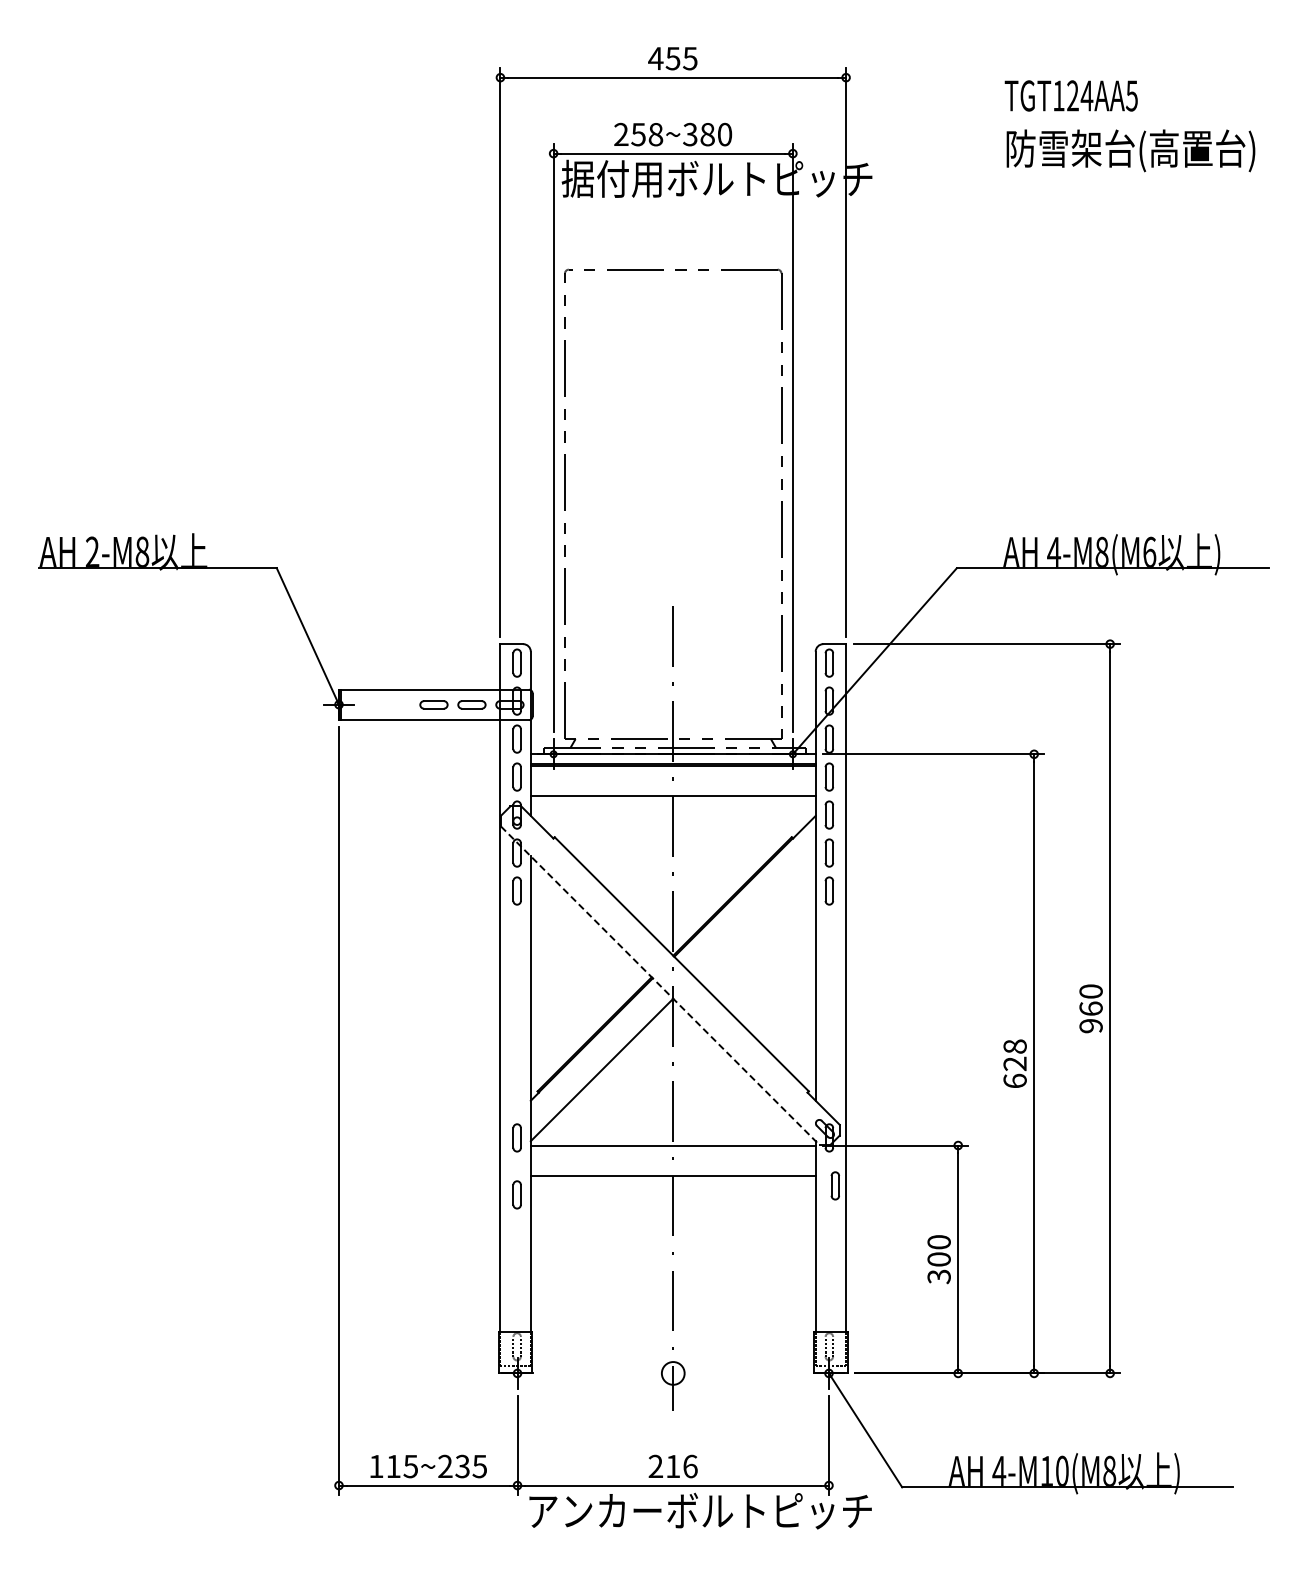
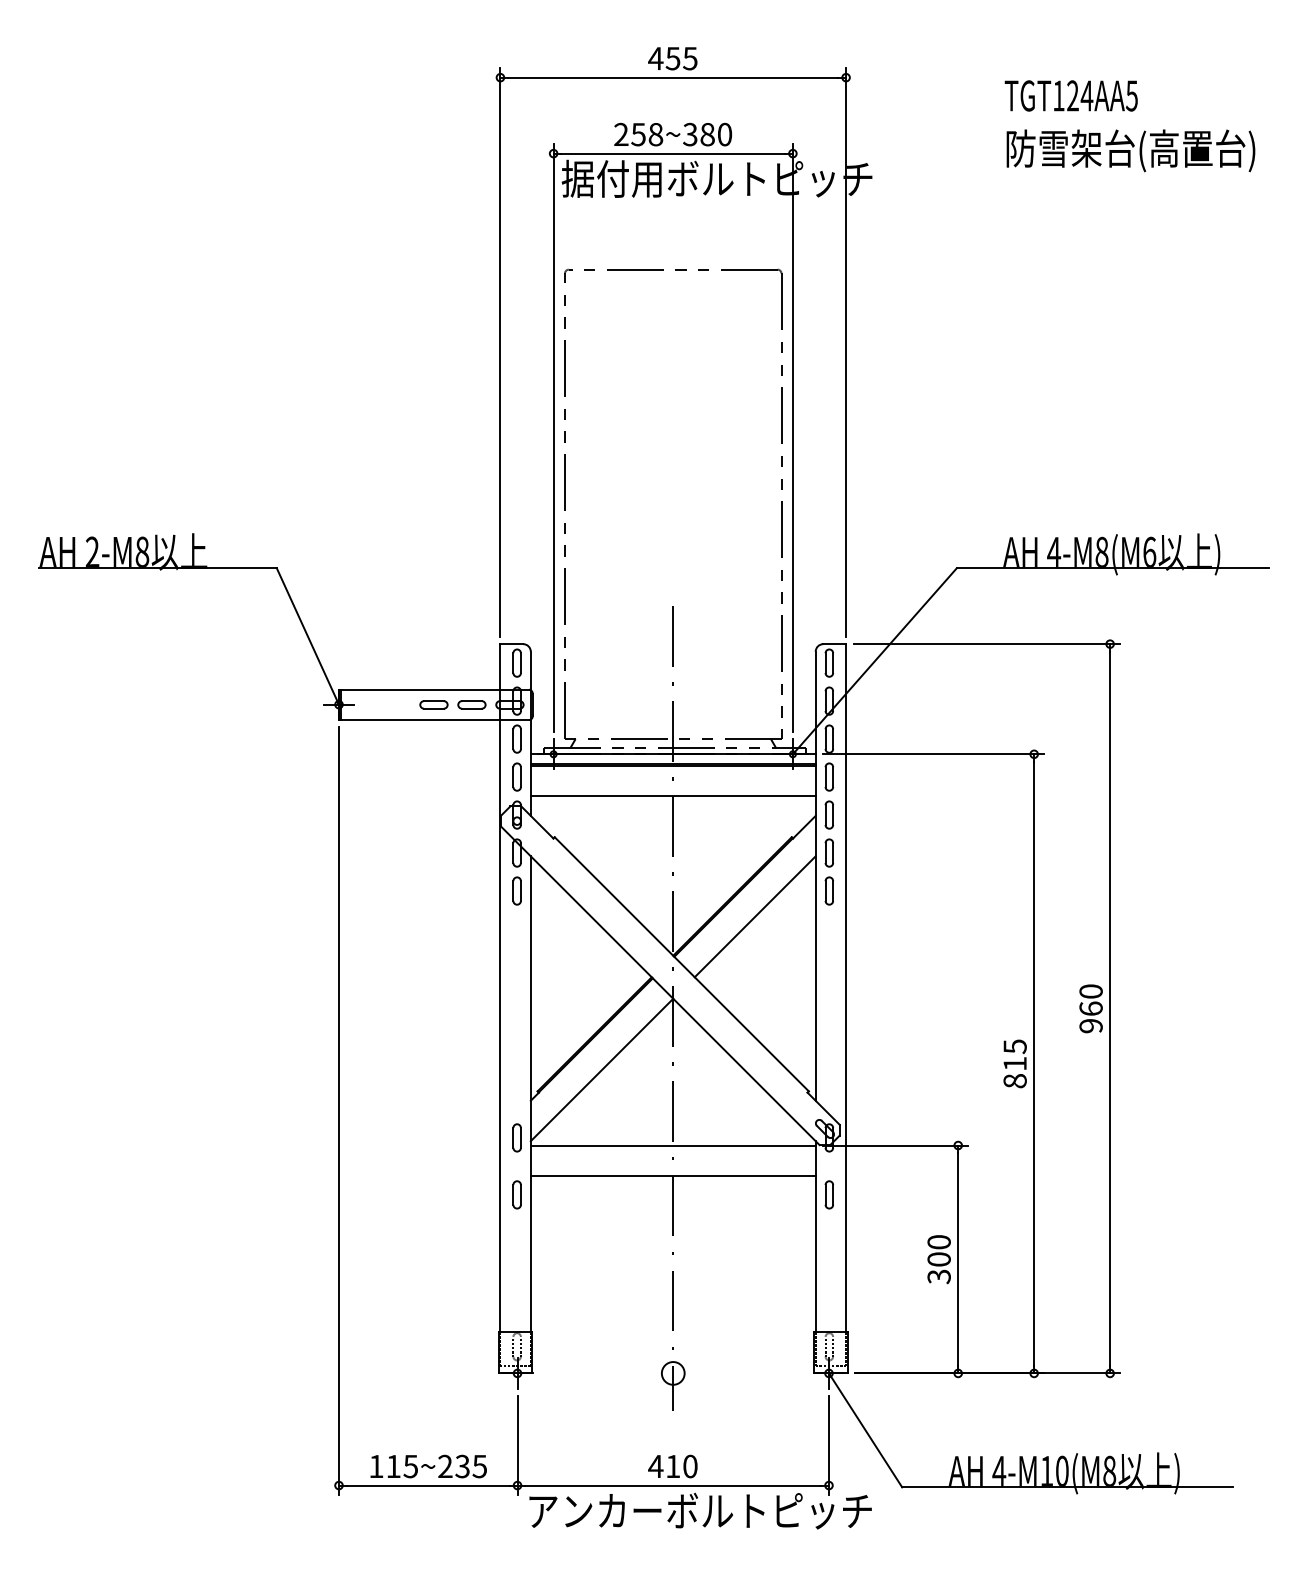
line at (754, 916): none -> present
line at (660, 986): dashed -> solid
text at (1014, 1063): 628 -> 815
part at (834, 1185) position: (834, 1185) -> (828, 1194)
text at (672, 1466): 216 -> 410
